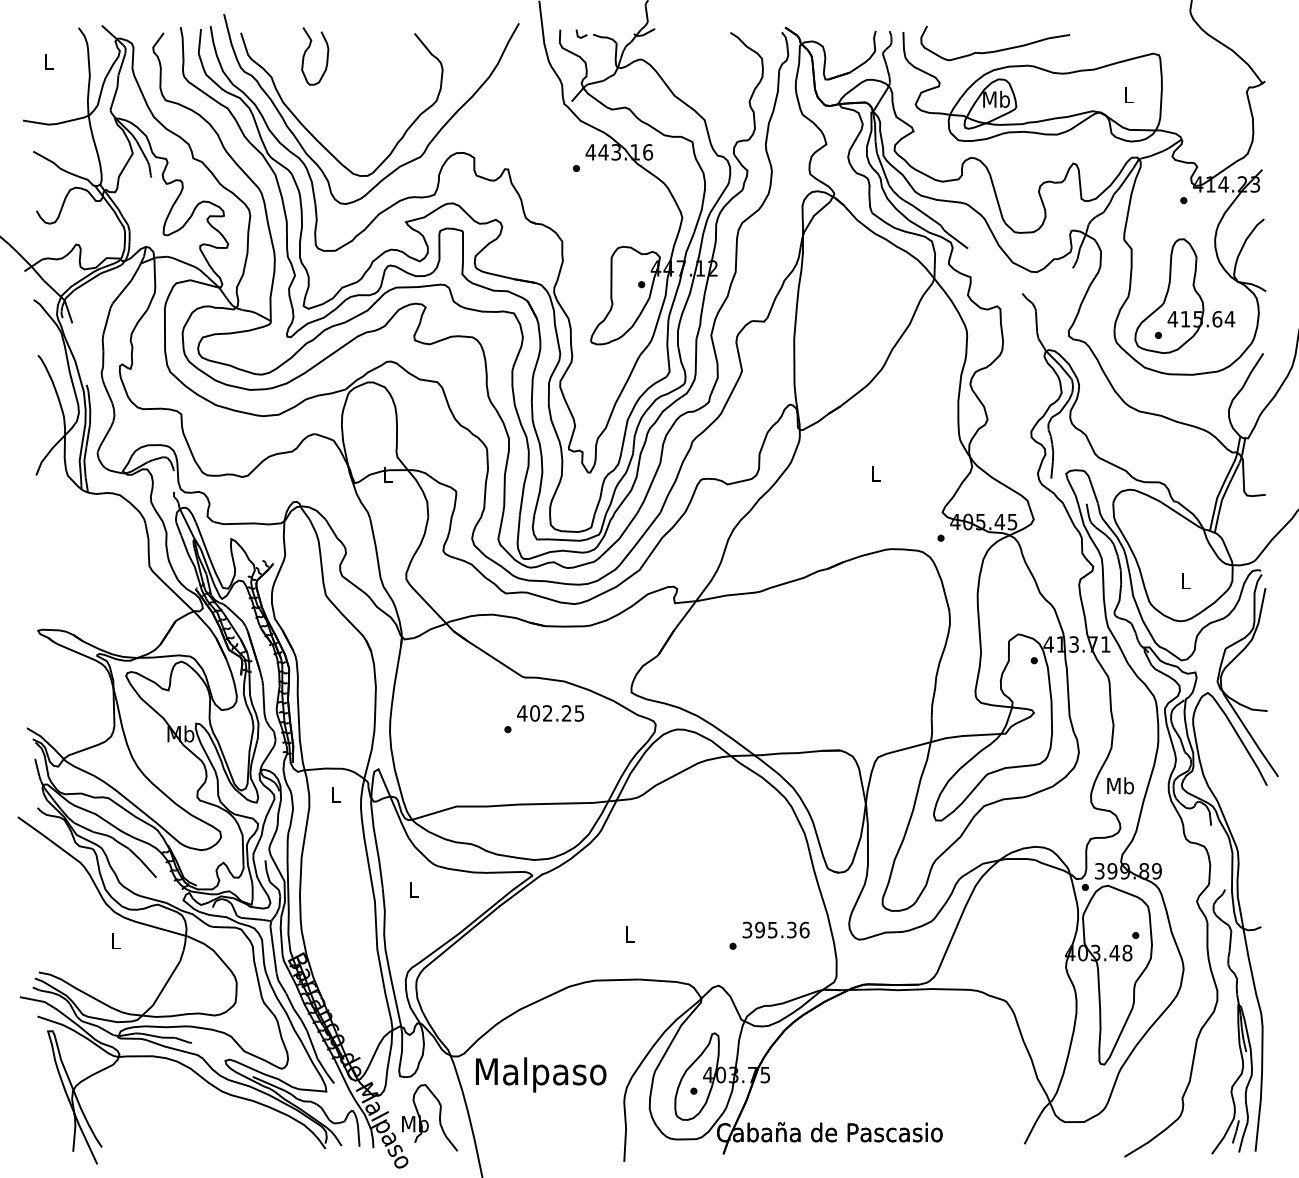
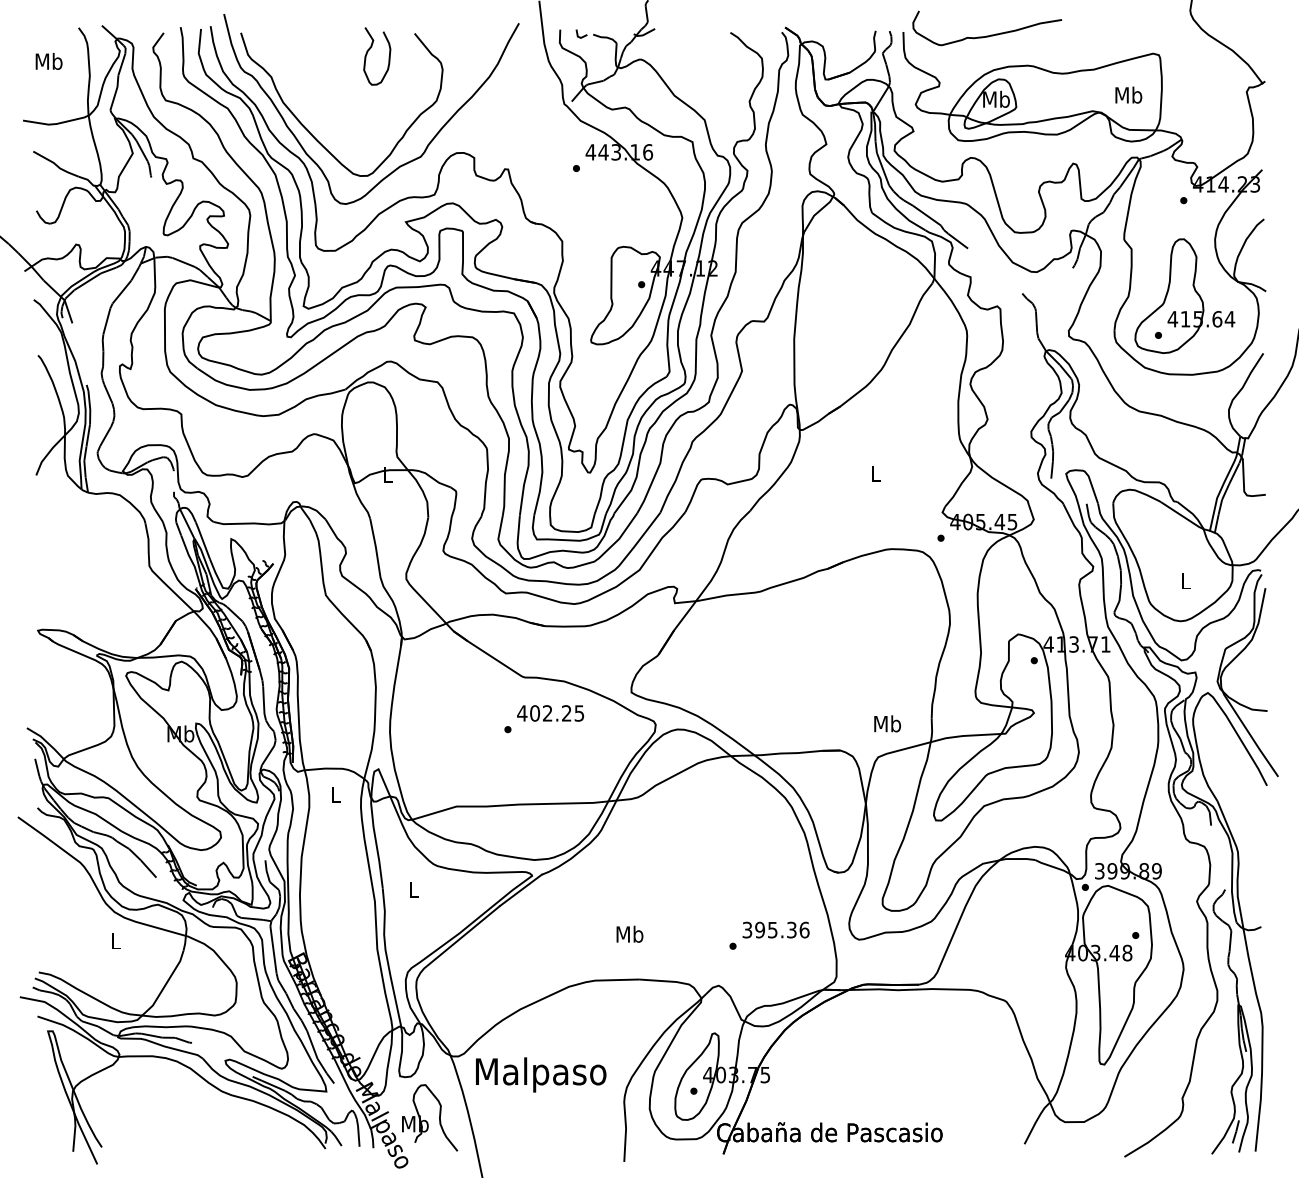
curve at (995, 50) position: (995, 50) -> (987, 35)
curve at (306, 52) position: (306, 52) -> (368, 52)
text at (48, 61): L -> Mb
text at (1128, 94): L -> Mb
text at (1120, 785) position: (1120, 785) -> (887, 723)
text at (629, 933): L -> Mb
